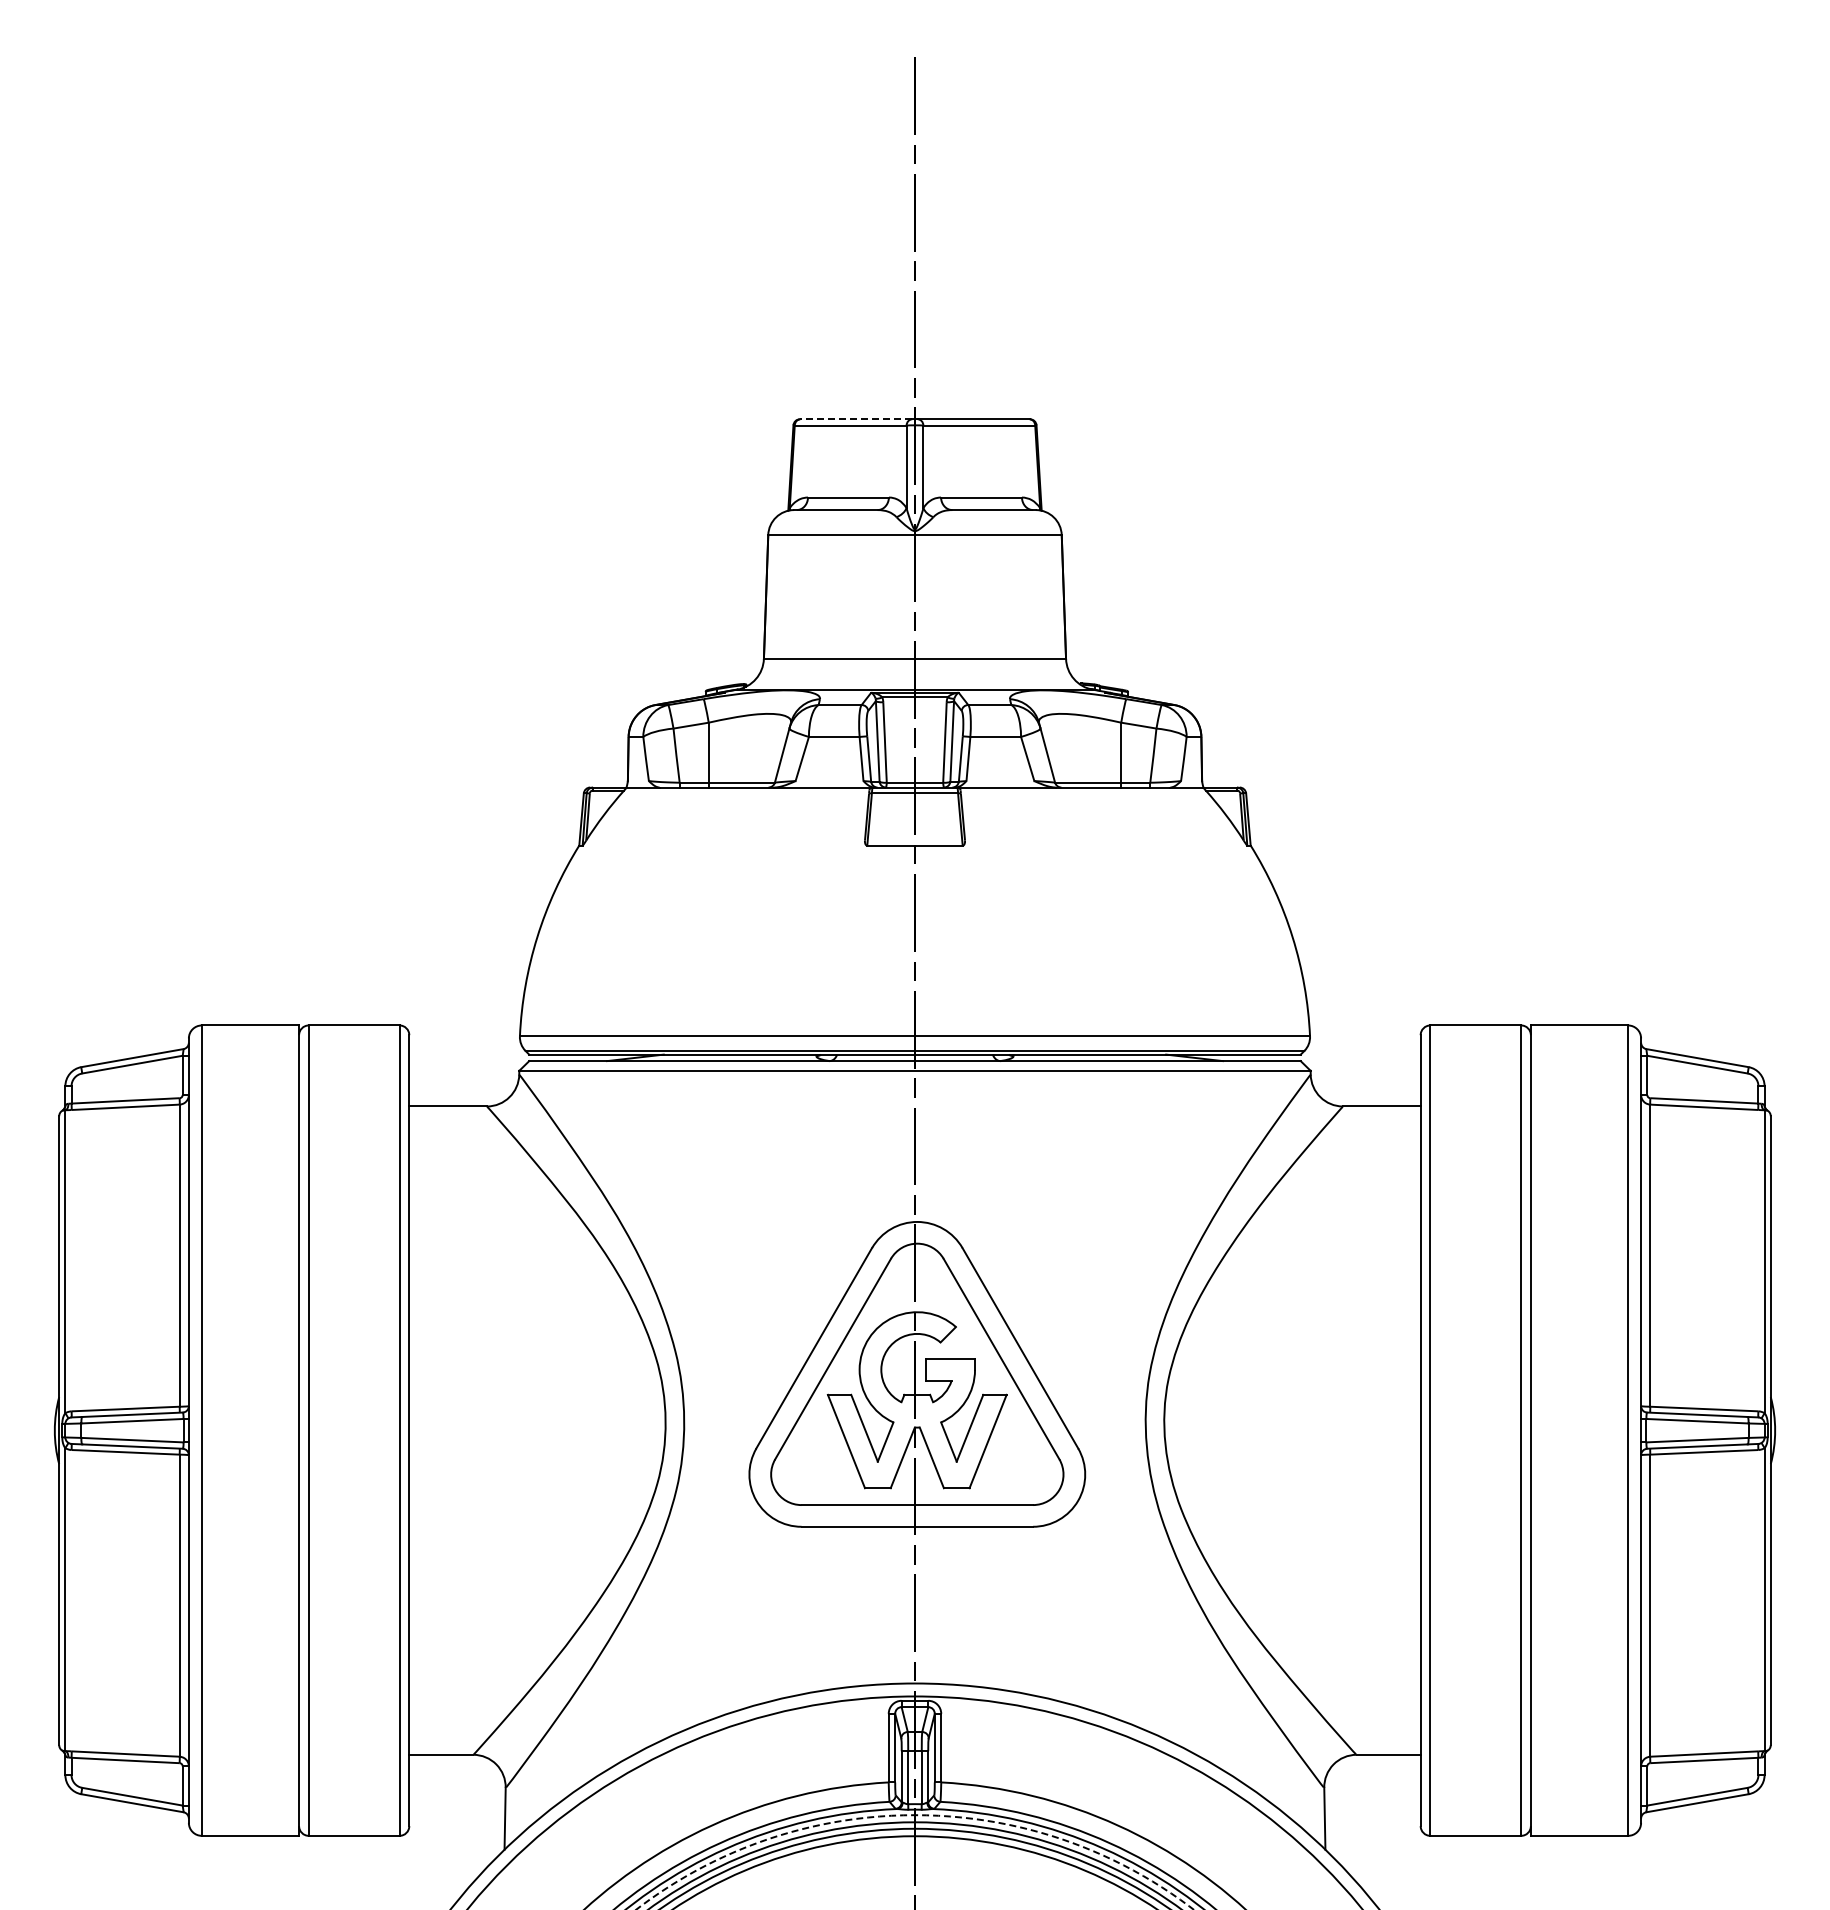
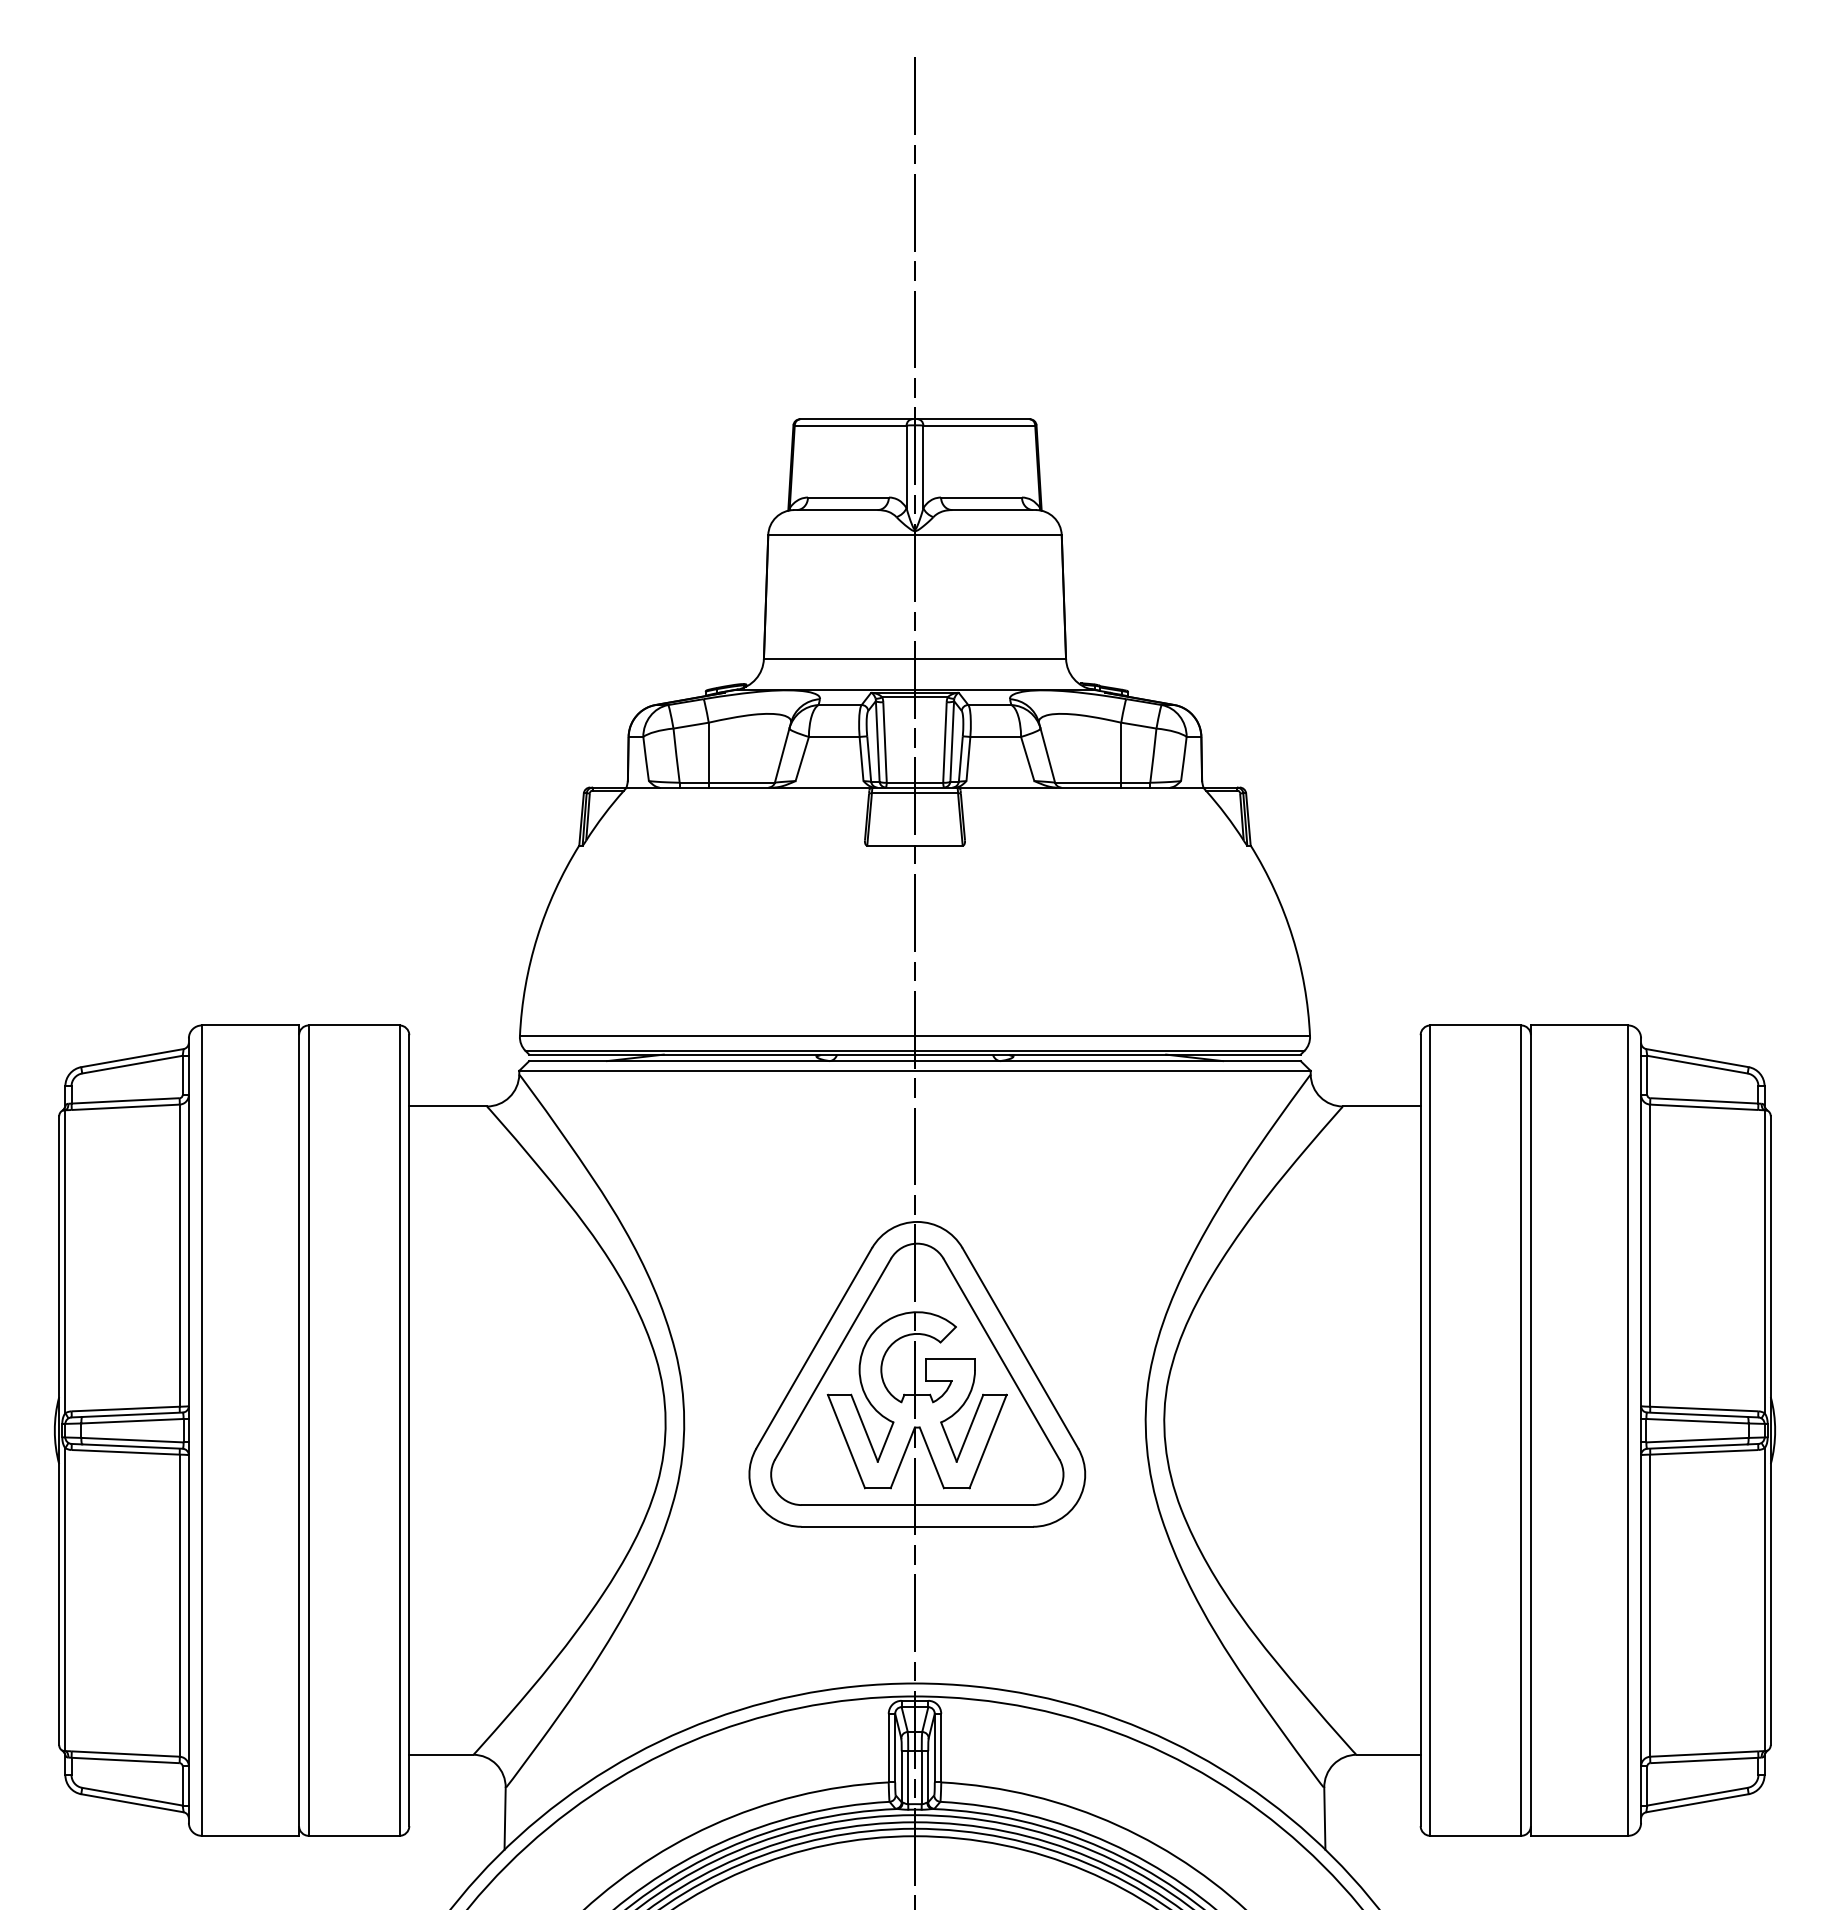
line at (856, 419): dashed -> solid
circle at (914, 1862): dashed -> solid
